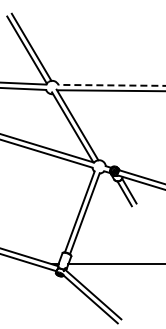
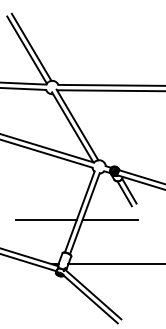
line at (111, 85): dashed -> solid
line at (46, 219): none -> present
line at (109, 219): none -> present
